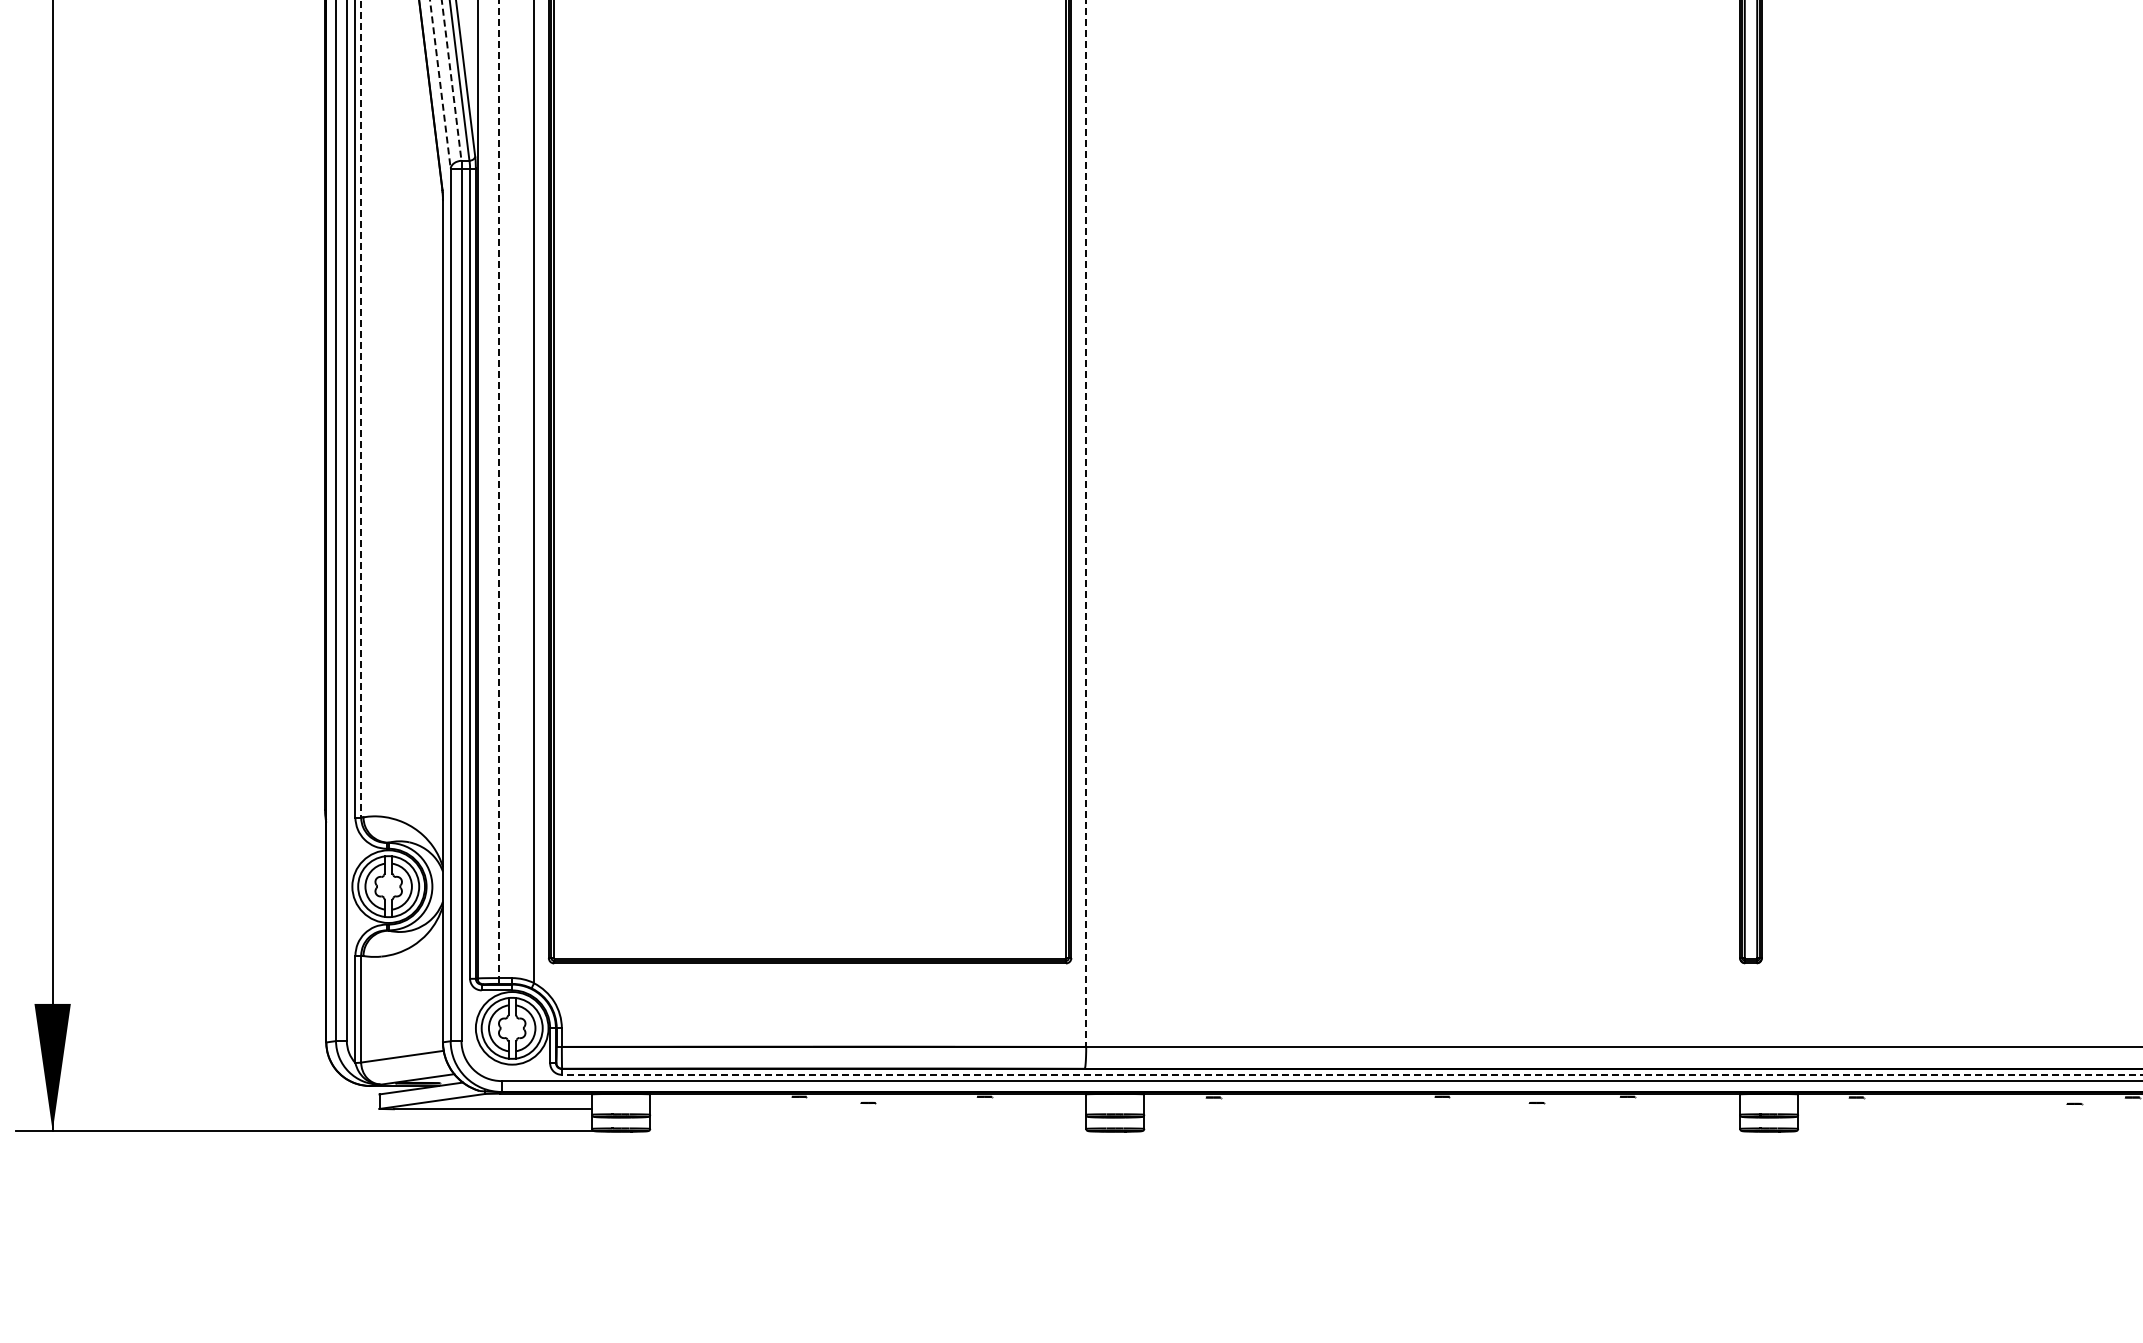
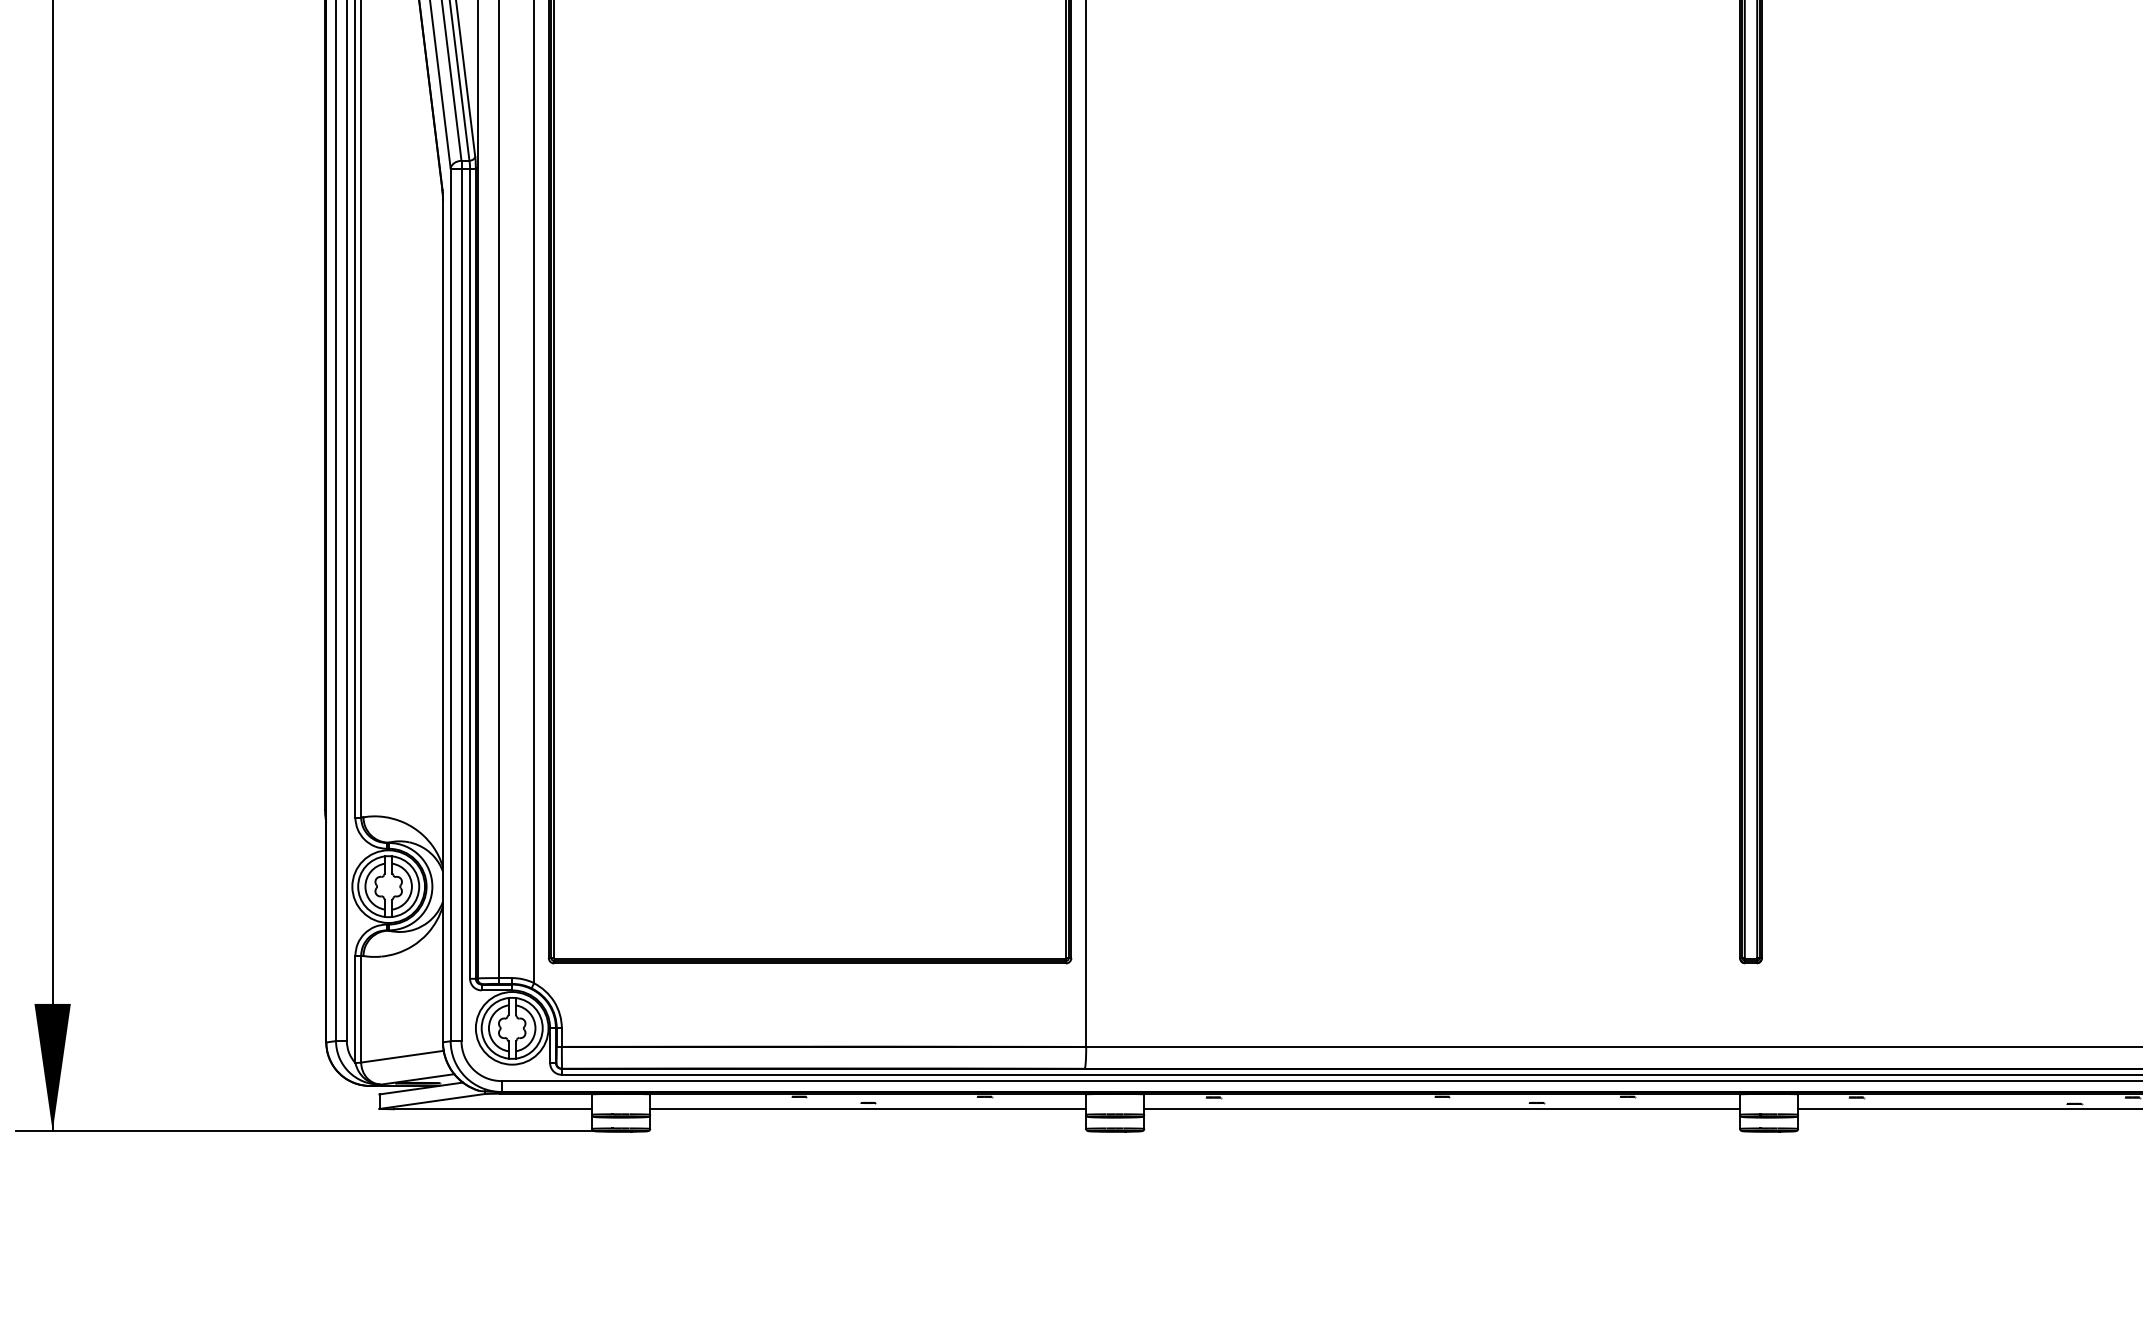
line at (451, 80): dashed -> solid
line at (440, 85): dashed -> solid
line at (361, 409): dashed -> solid
line at (499, 489): dashed -> solid
line at (1086, 524): dashed -> solid
line at (1351, 1074): dashed -> solid
line at (868, 1109): none -> present
line at (1442, 1109): none -> present
line at (1968, 1109): none -> present
